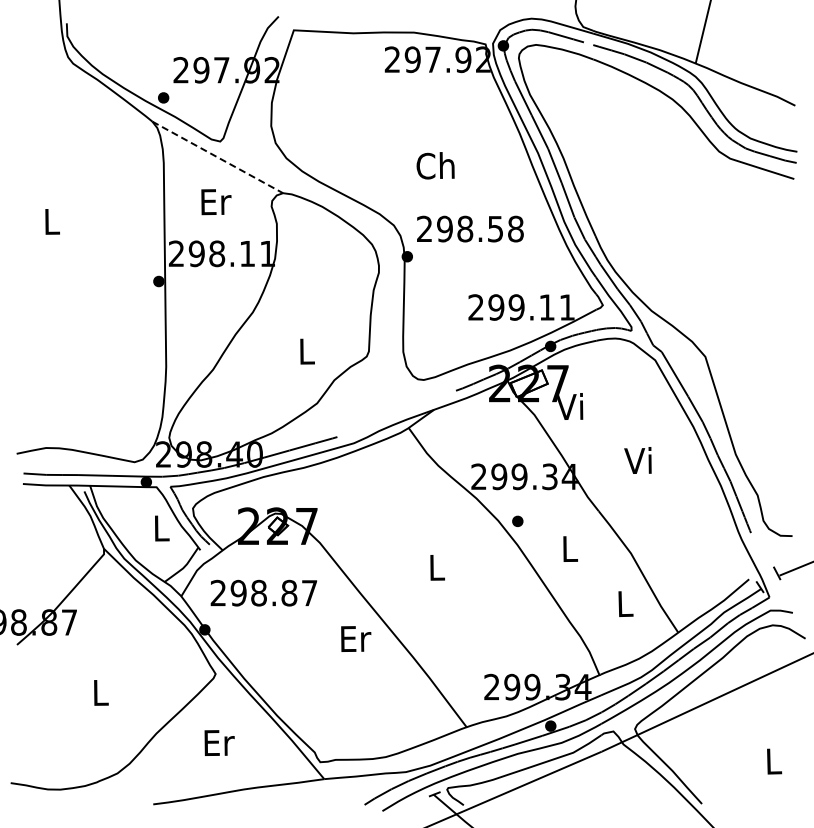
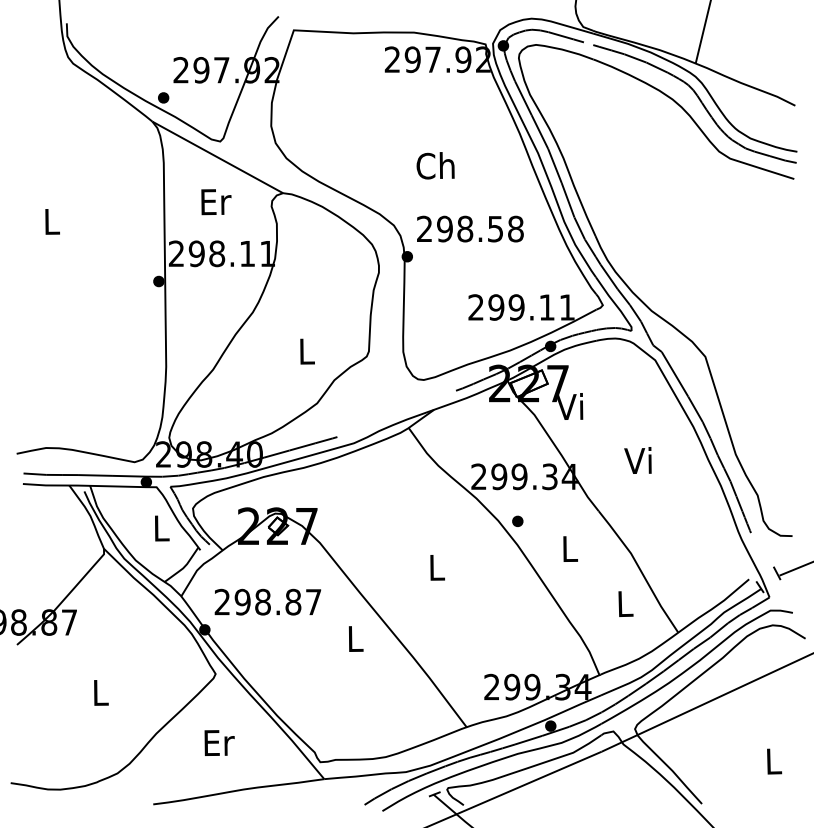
line at (218, 157): dashed -> solid
text at (263, 592) position: (263, 592) -> (267, 601)
text at (356, 638): Er -> L
